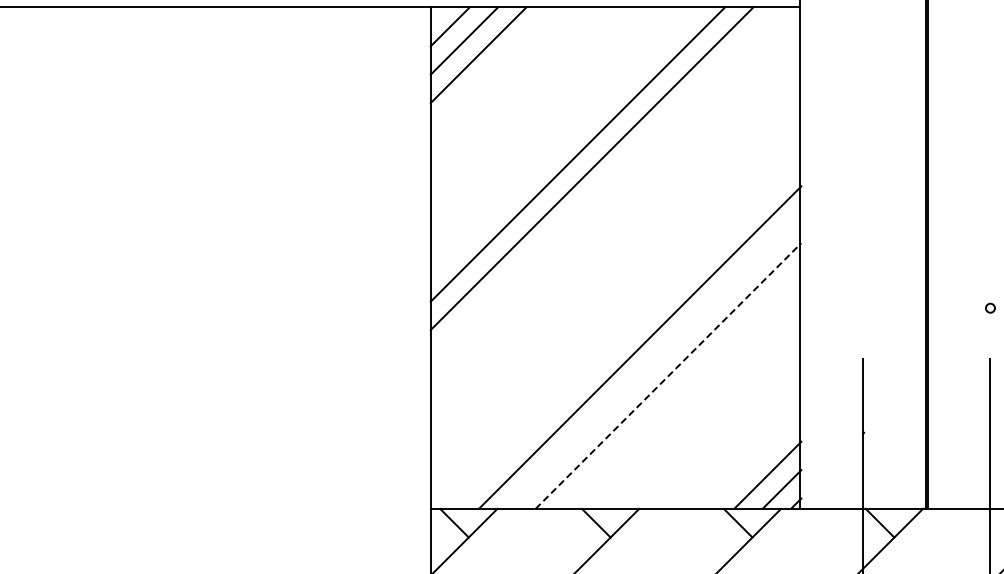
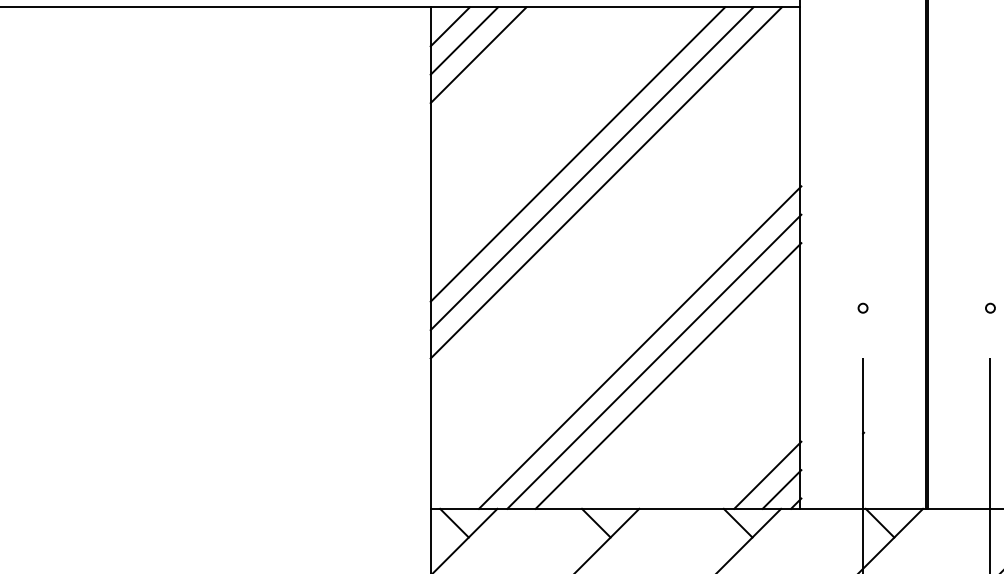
line at (605, 182): none -> present
circle at (862, 307): none -> present
line at (654, 361): none -> present
line at (668, 376): dashed -> solid
